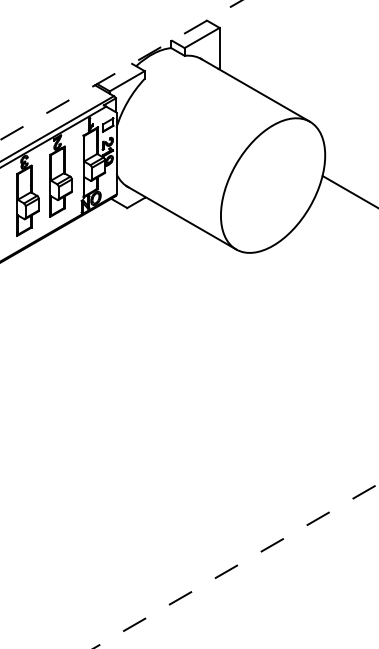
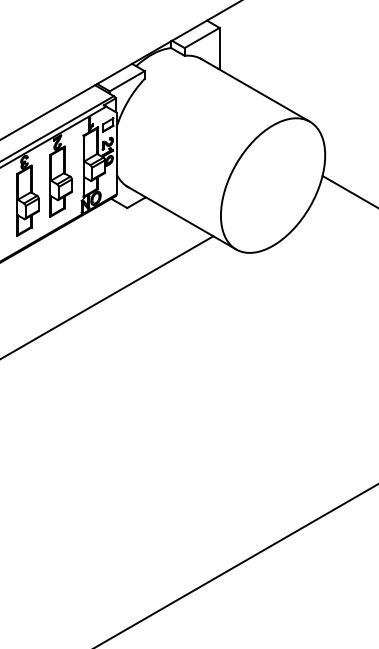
line at (121, 70): dashed -> solid
line at (107, 297): none -> present
line at (235, 566): dashed -> solid
